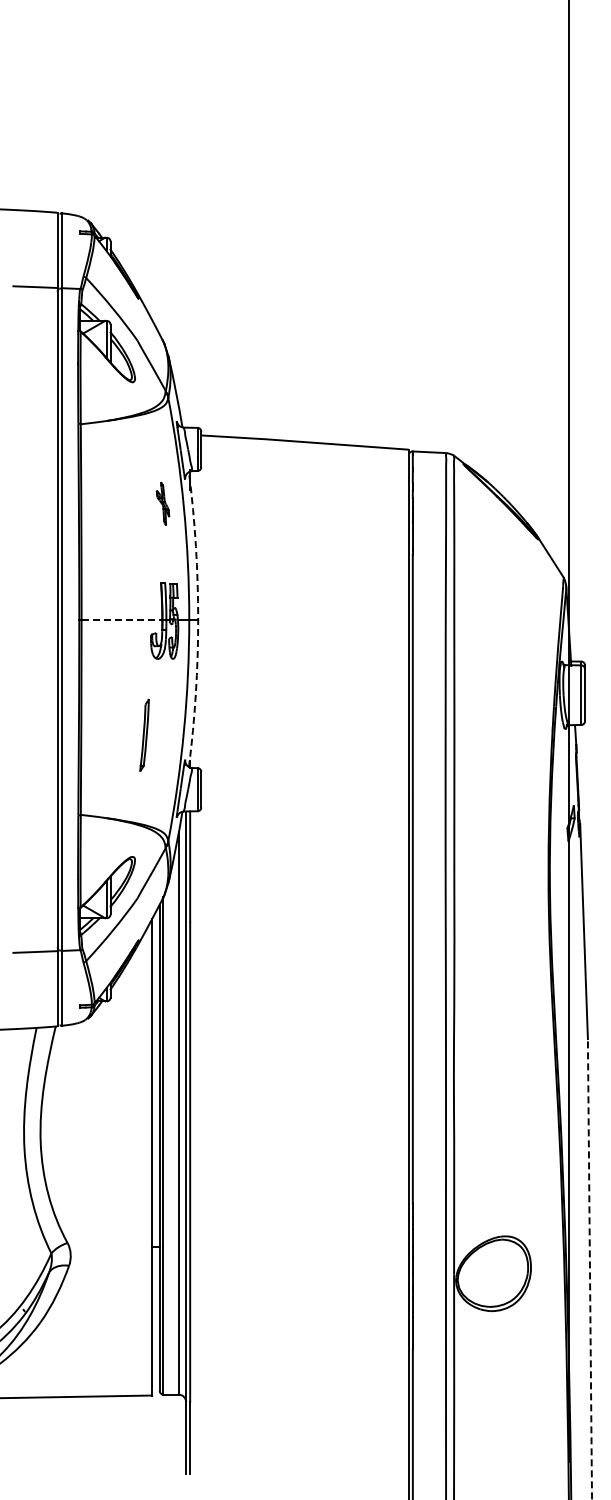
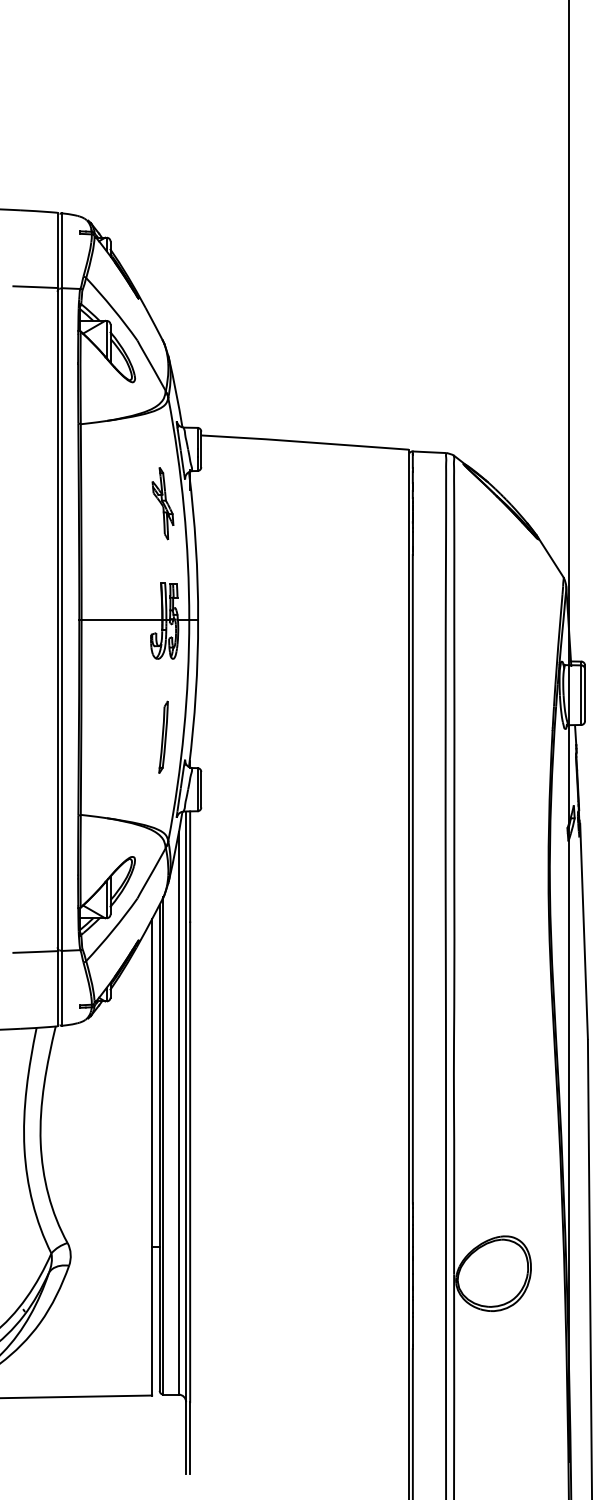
part at (162, 503) size: 16x45 px -> 24x74 px
line at (122, 619): dashed -> solid
arc at (198, 620): dashed -> solid
part at (144, 734) position: (144, 734) -> (163, 736)
line at (589, 1268): dashed -> solid
